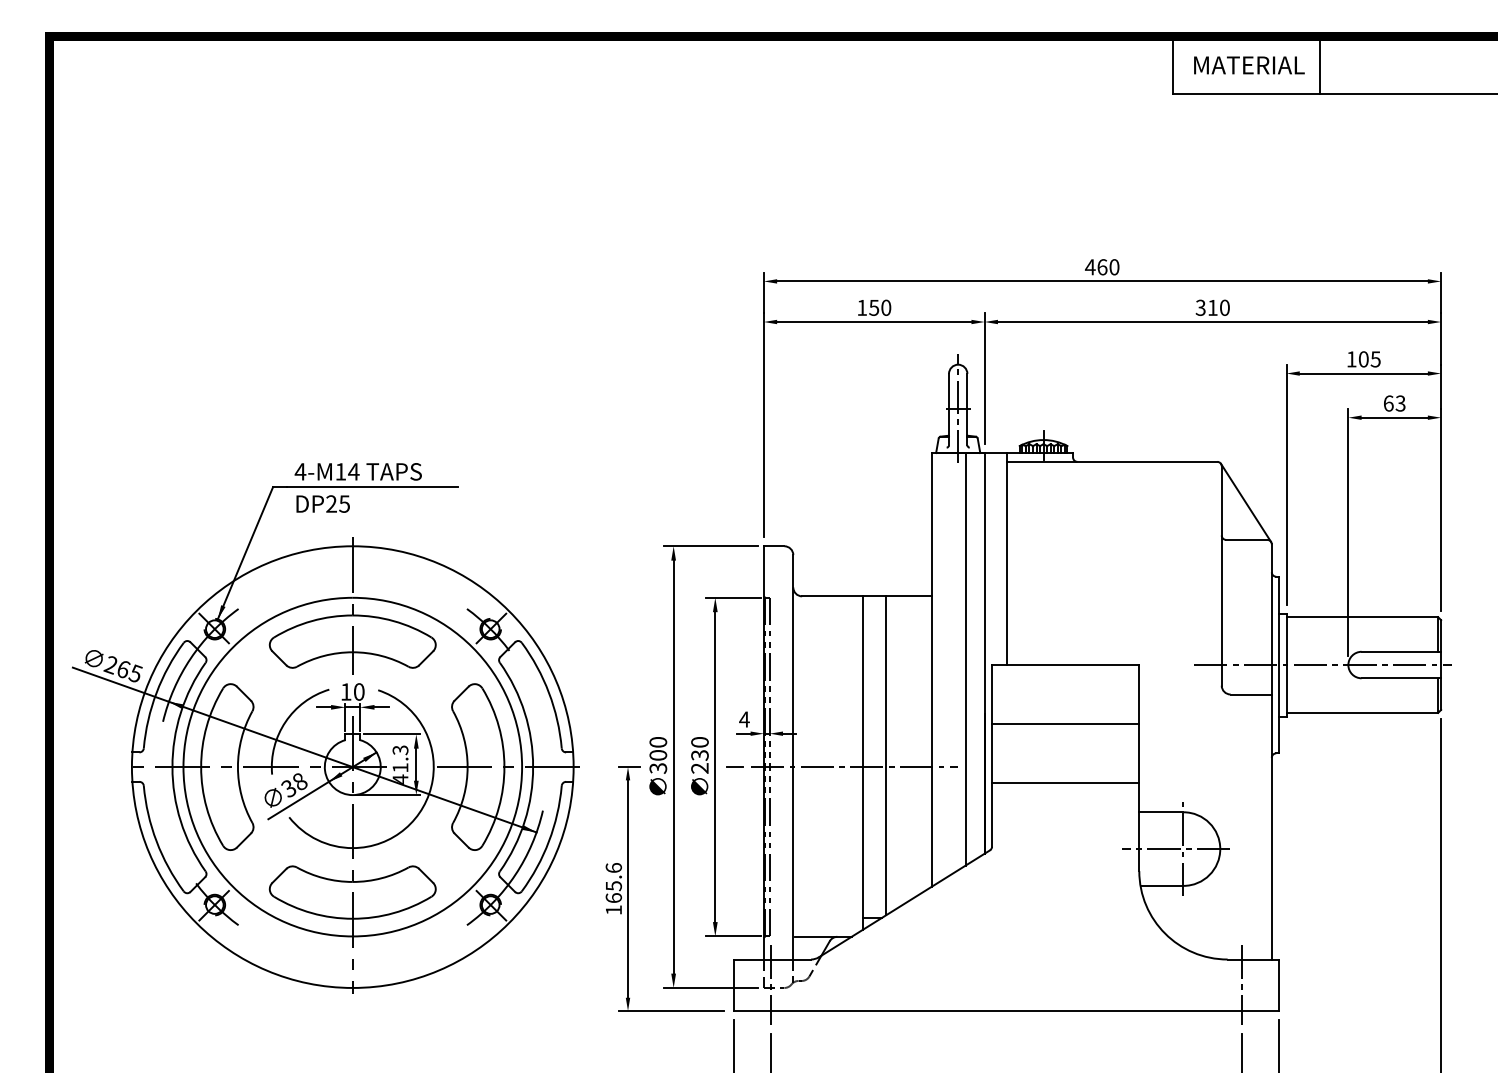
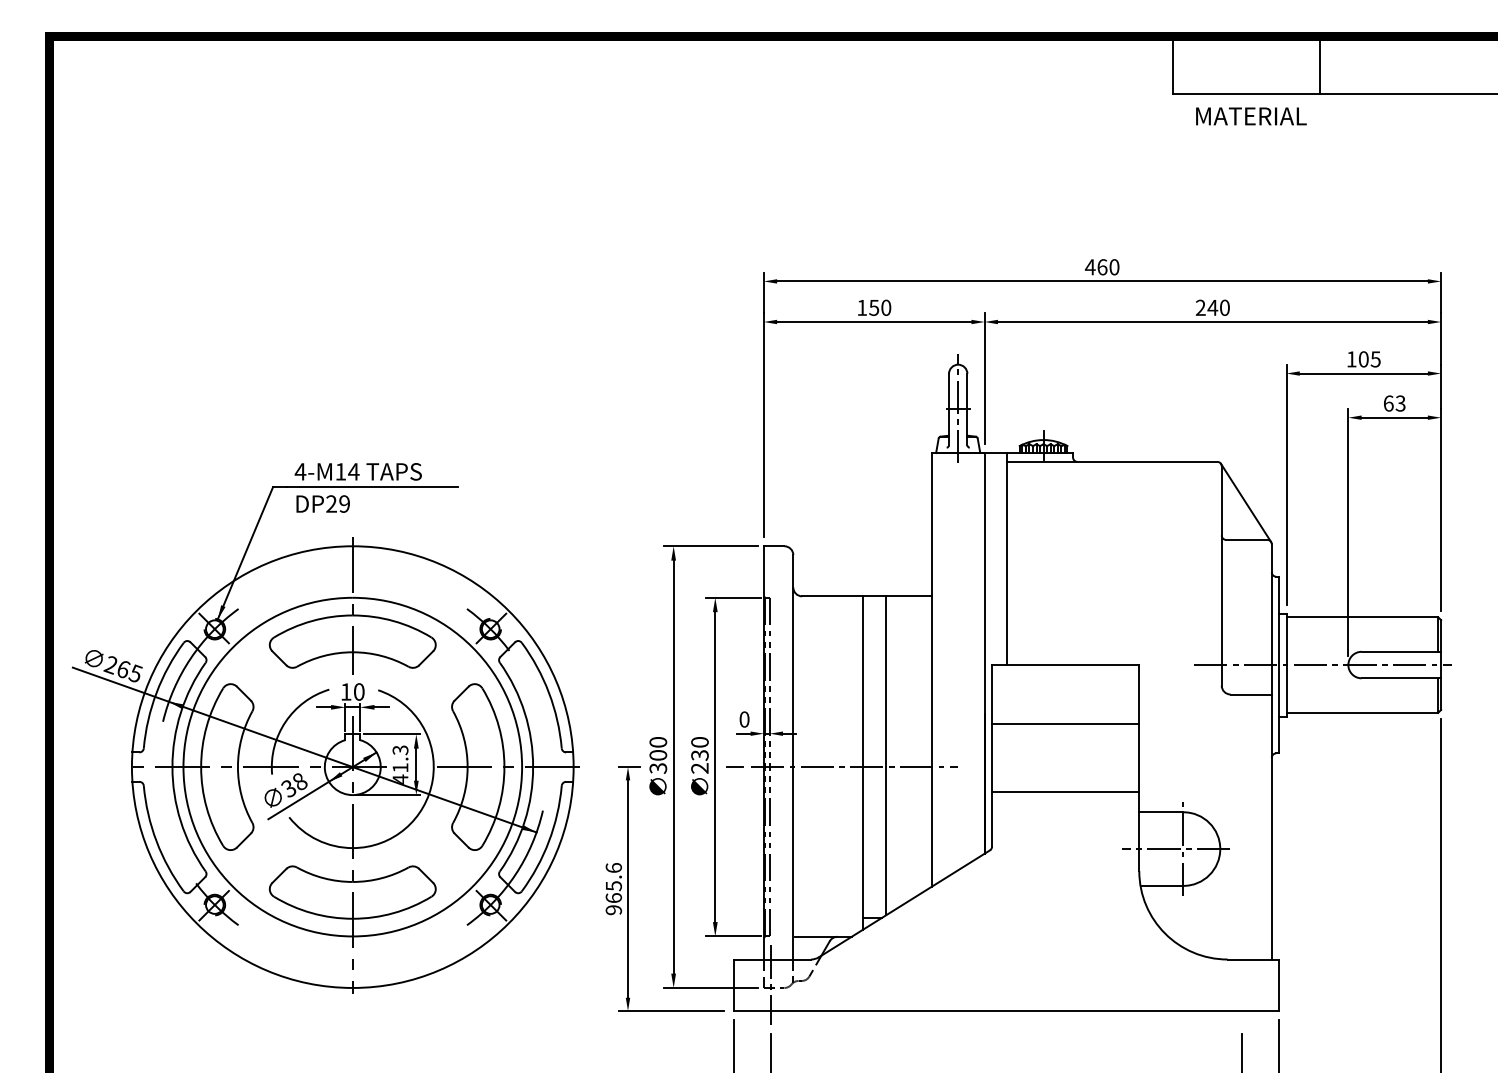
text at (1249, 65) position: (1249, 65) -> (1251, 116)
text at (1206, 307): 310 -> 240
text at (344, 503): DP25 -> DP29
line at (965, 659): present -> none
text at (744, 719): 4 -> 0
line at (1065, 782) position: (1065, 782) -> (1065, 791)
text at (613, 910): 165.6 -> 965.6
line at (1242, 984): present -> none
